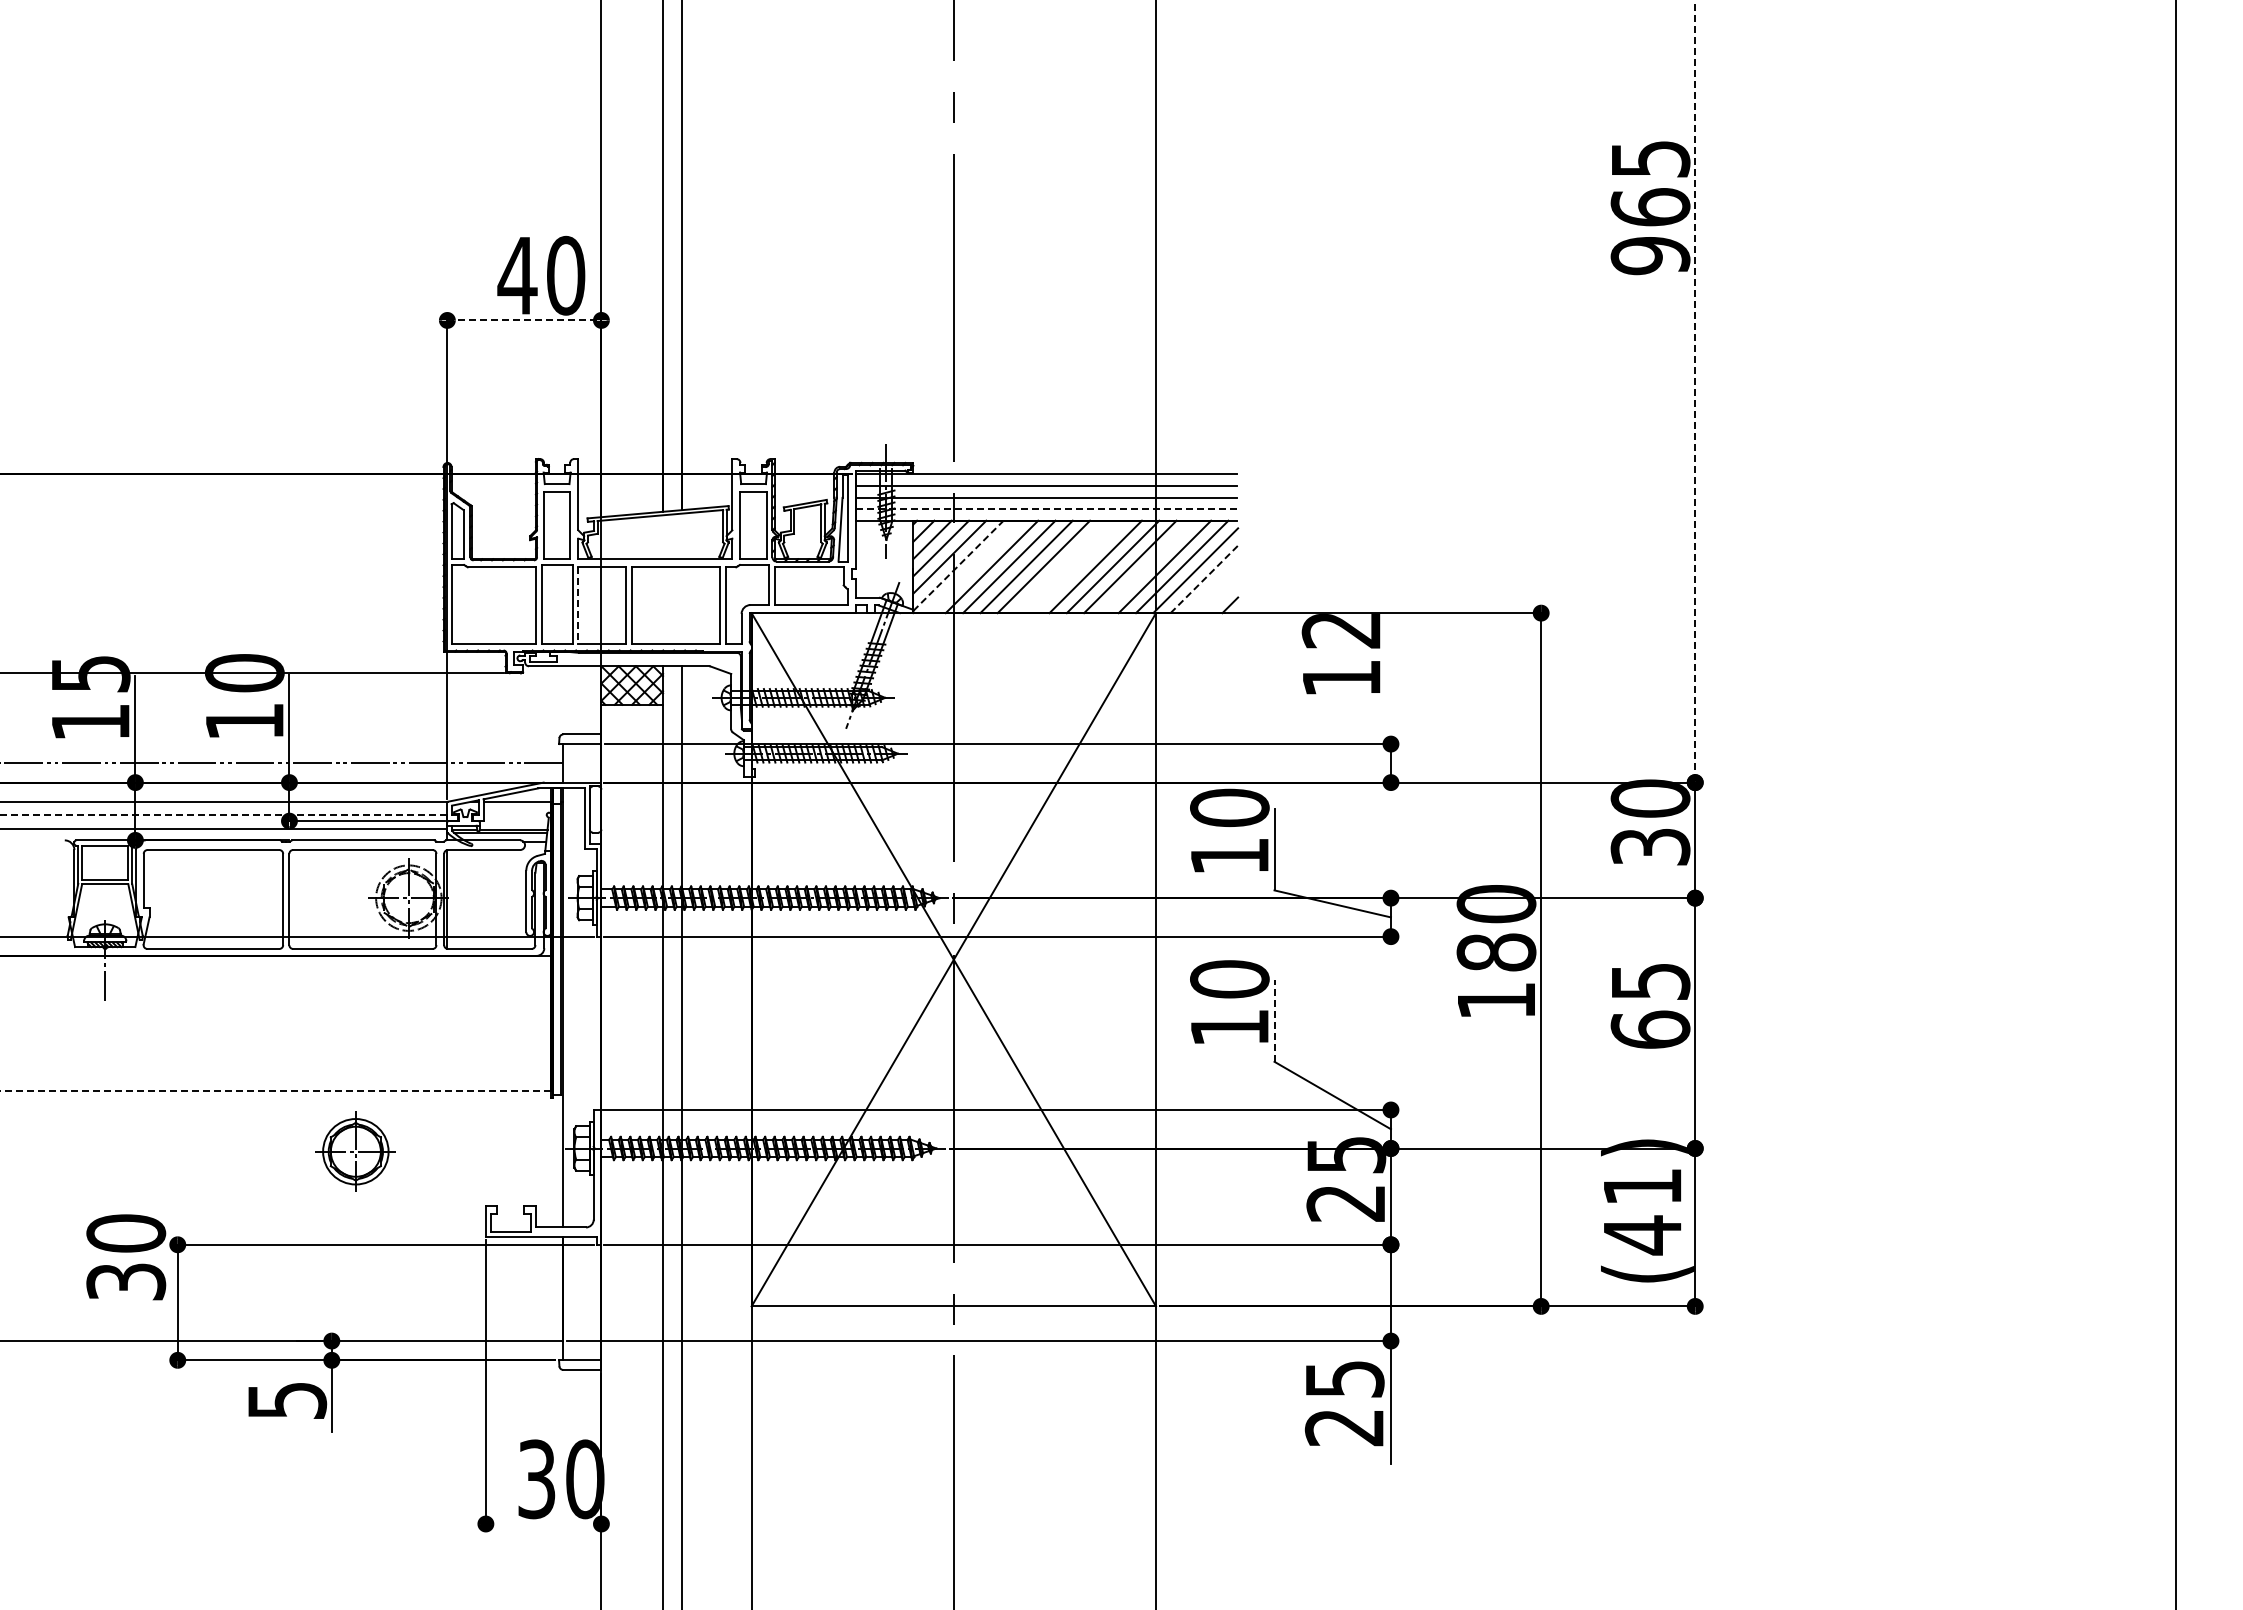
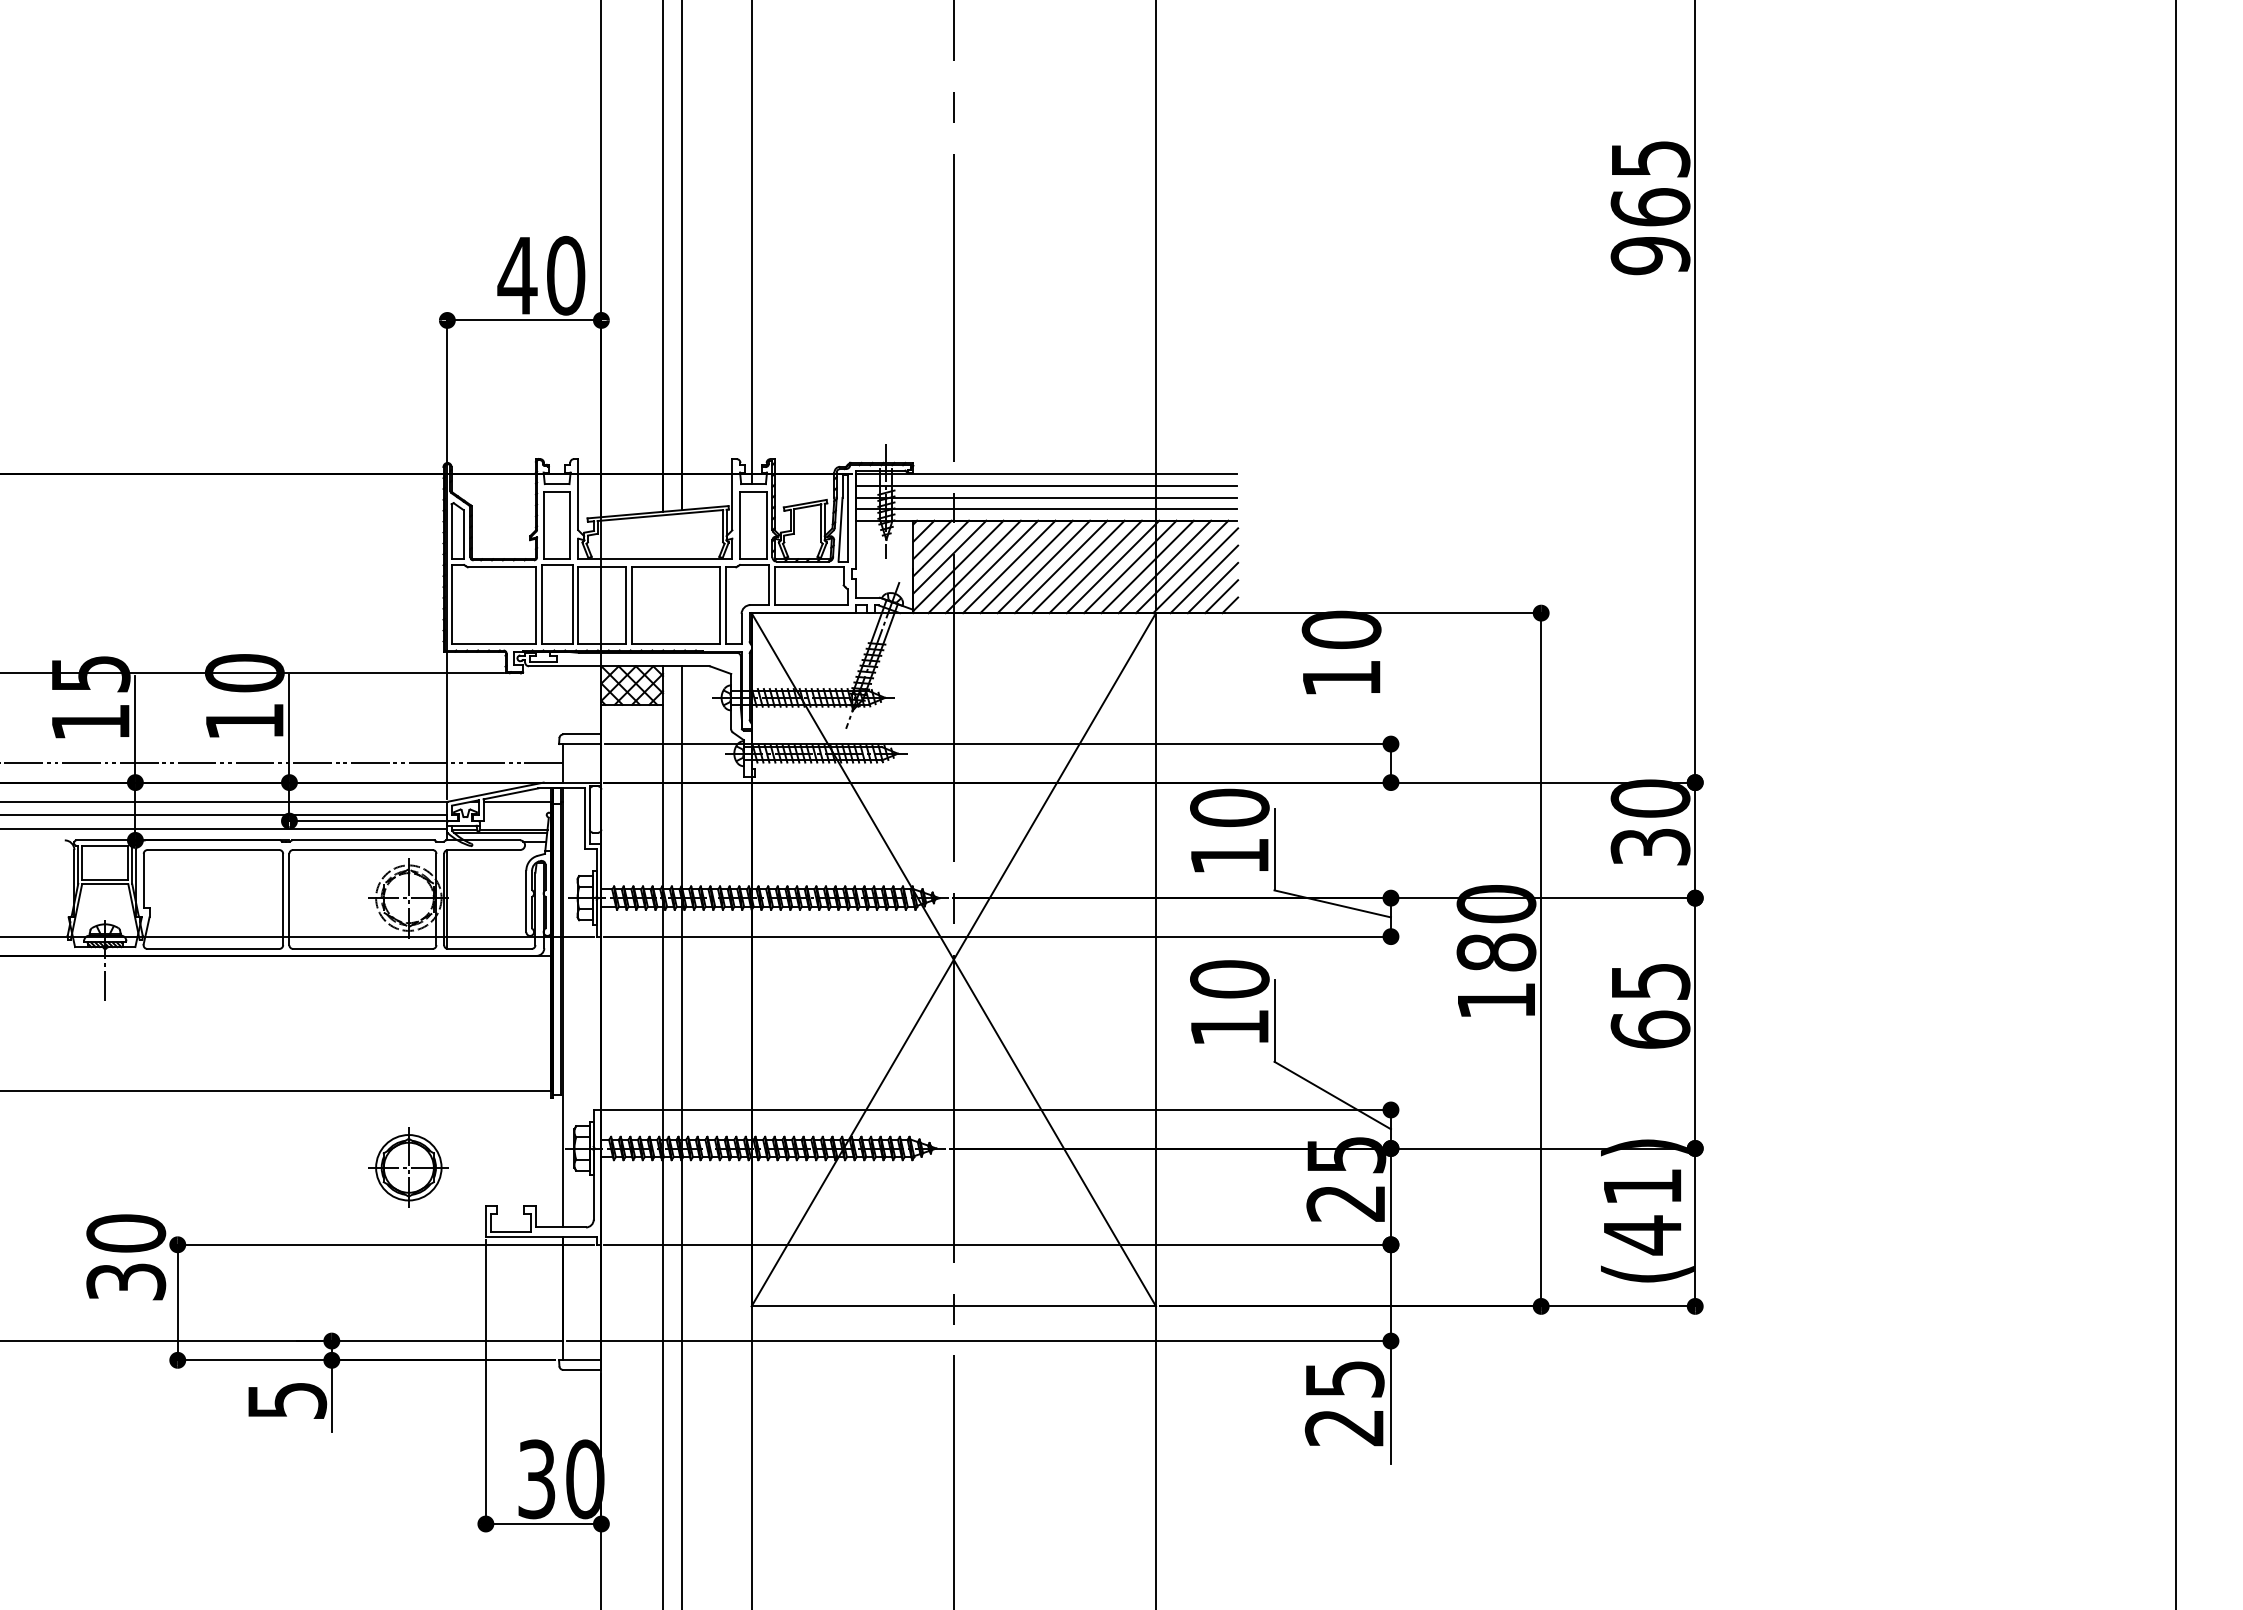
line at (751, 243): none -> present
line at (524, 320): dashed -> solid
line at (1695, 391): dashed -> solid
line at (1046, 509): dashed -> solid
line at (958, 565): dashed -> solid
line at (974, 566): none -> present
line at (1060, 566): none -> present
line at (1078, 566): none -> present
line at (1147, 566): none -> present
line at (1204, 579): dashed -> solid
line at (1212, 587): none -> present
line at (1221, 596): none -> present
line at (578, 605): dashed -> solid
text at (1341, 629): 12 -> 10
line at (223, 815): dashed -> solid
line at (1274, 1021): dashed -> solid
line at (275, 1090): dashed -> solid
part at (355, 1151) position: (355, 1151) -> (408, 1167)
line at (543, 1524): none -> present
